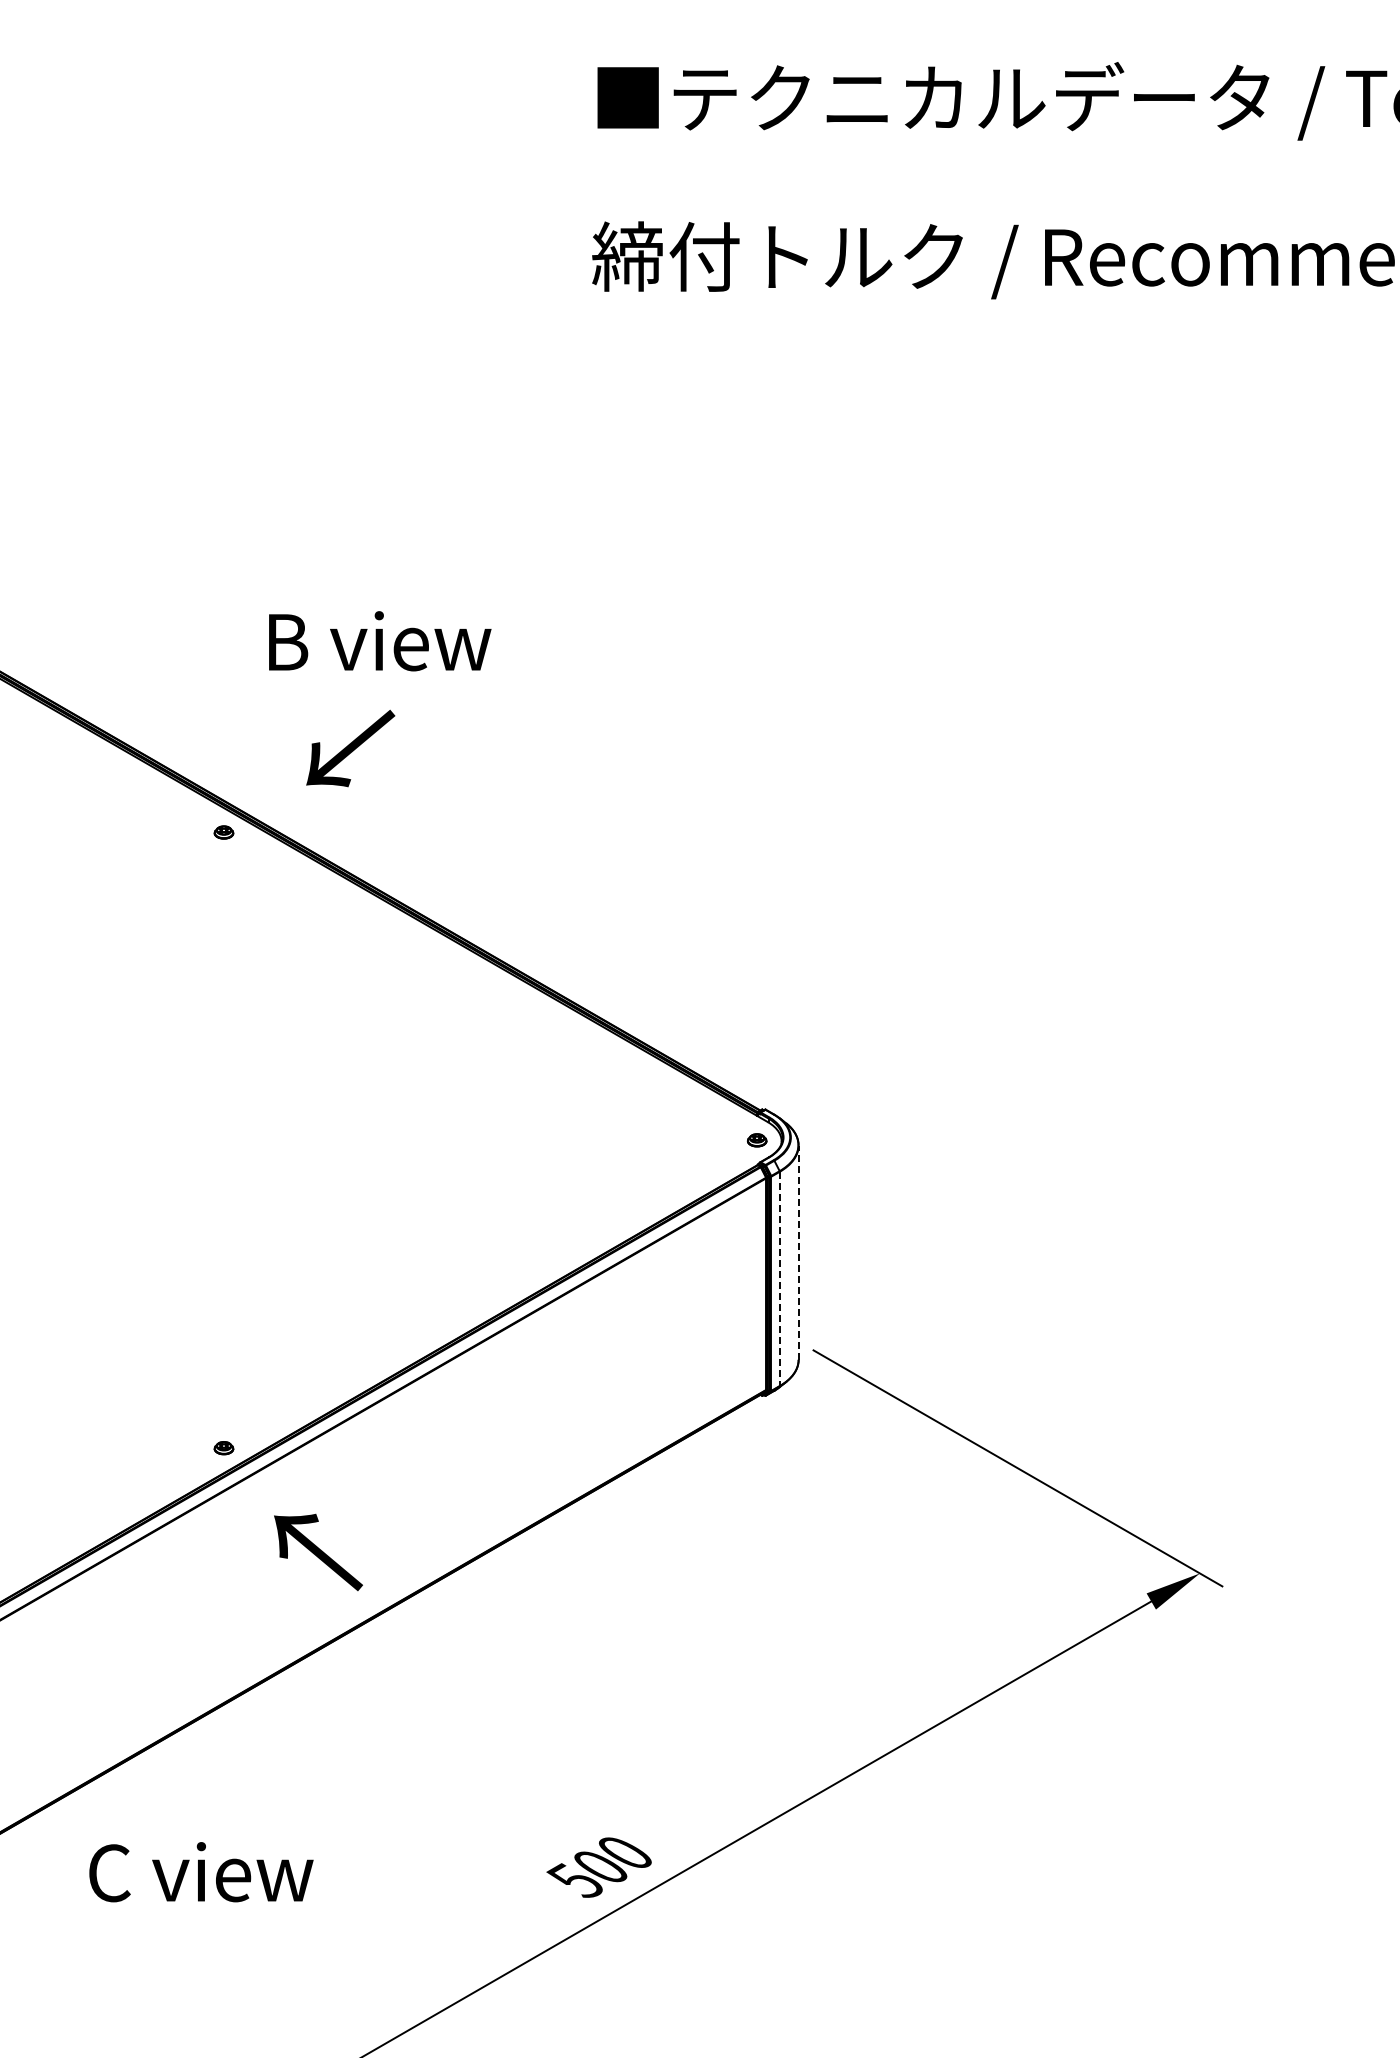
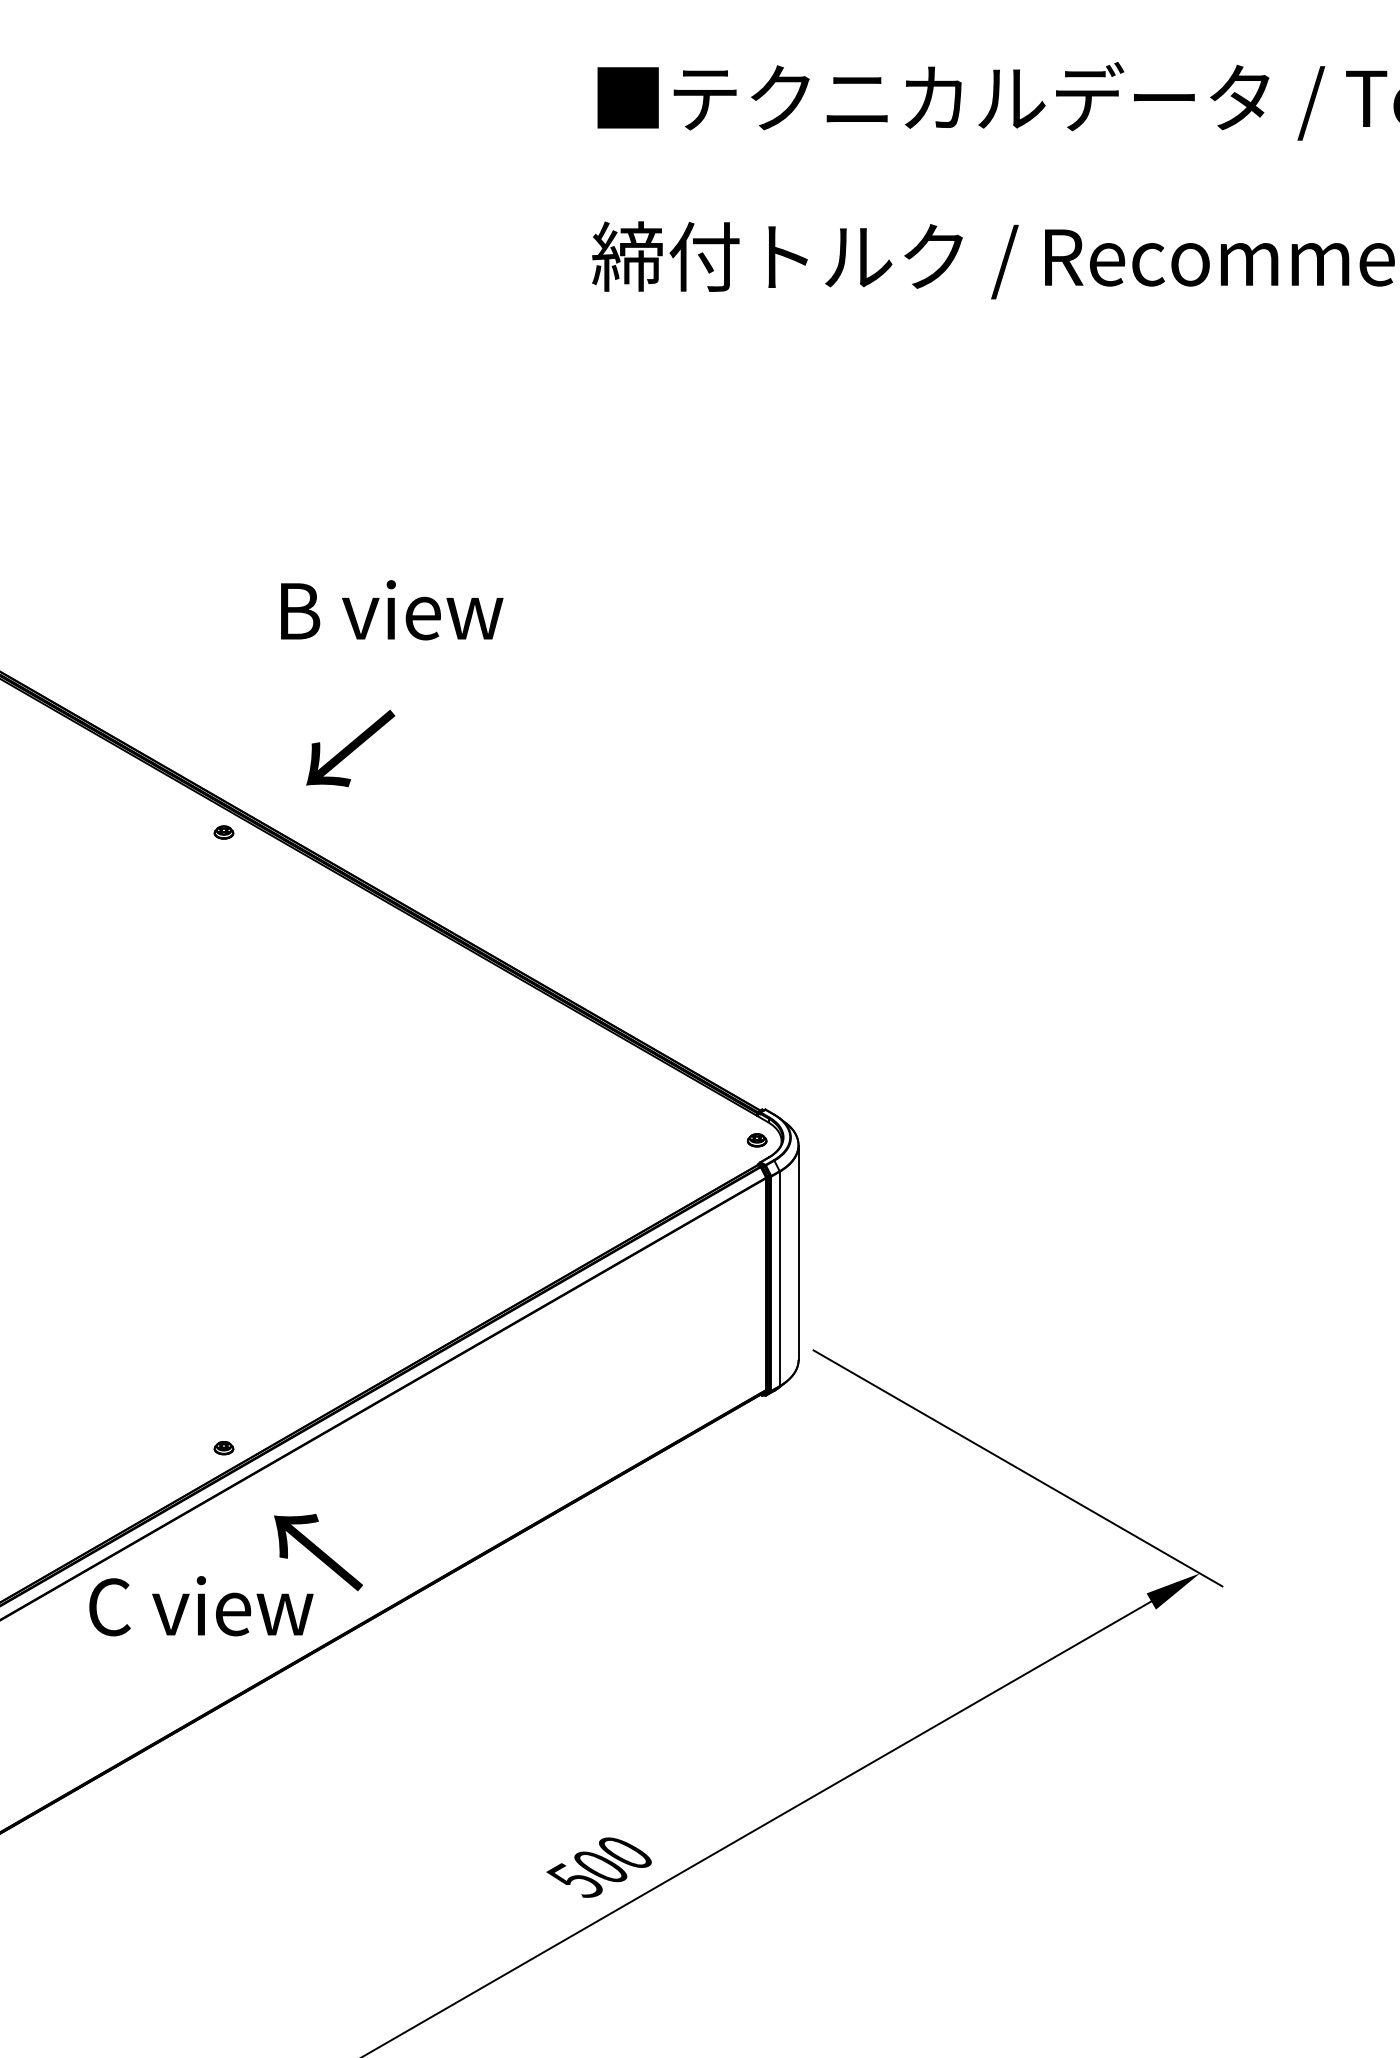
text at (380, 641) position: (380, 641) -> (392, 610)
line at (798, 1252): dashed -> solid
line at (779, 1279): dashed -> solid
text at (201, 1872) position: (201, 1872) -> (201, 1606)
